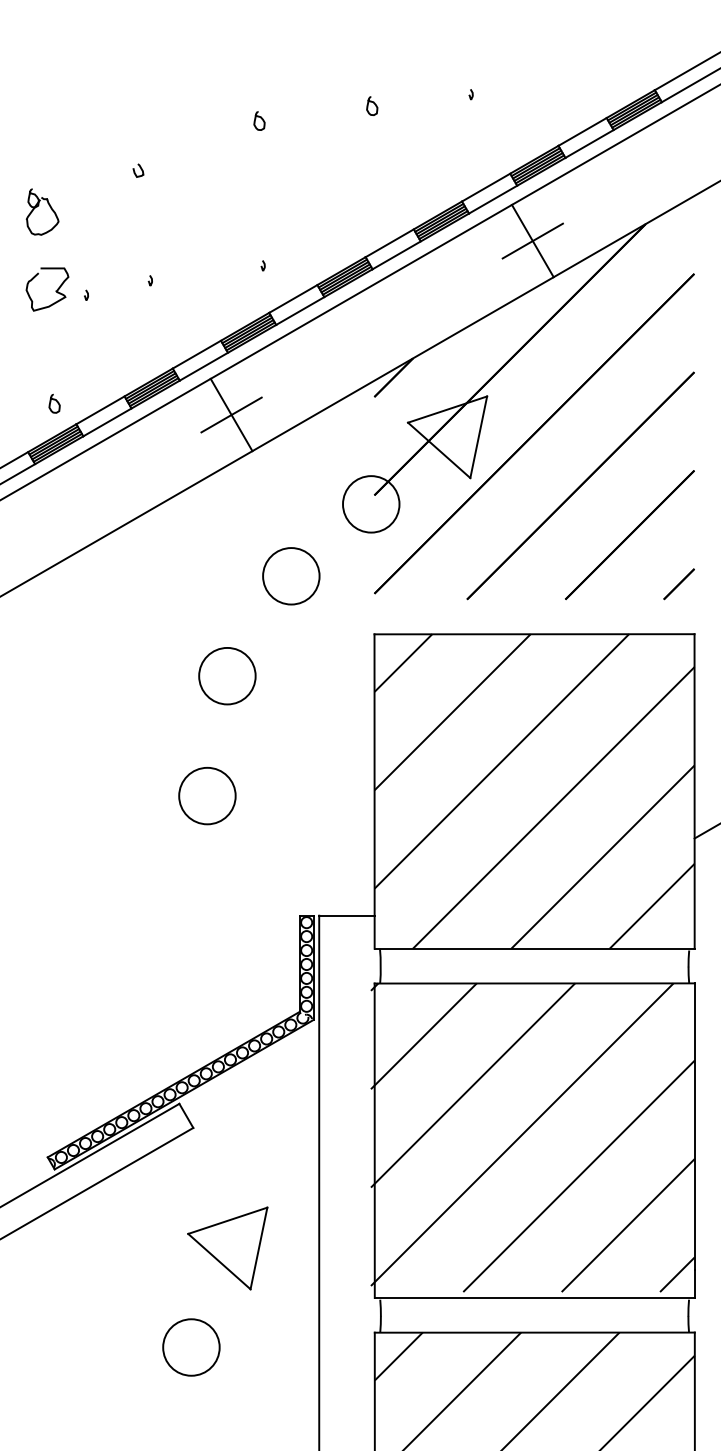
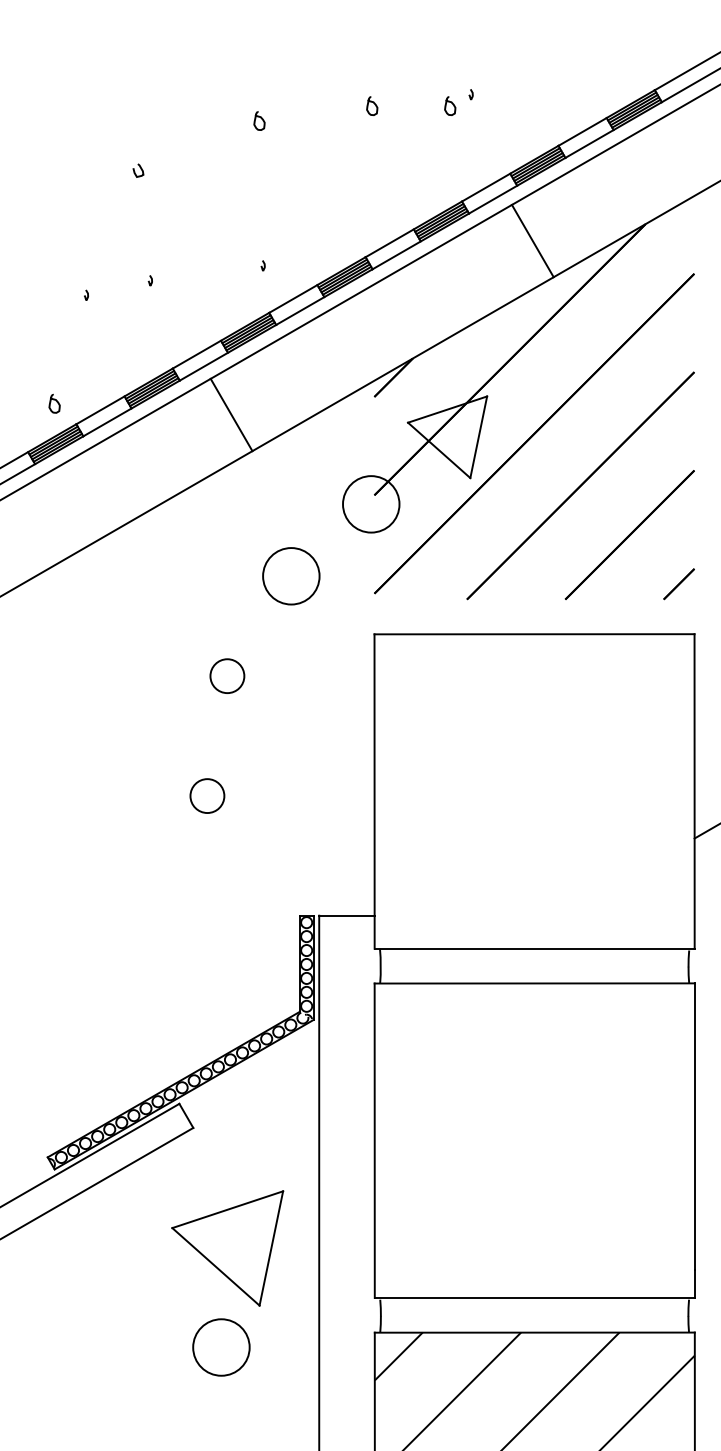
curve at (451, 103): none -> present
part at (42, 211): present -> none
line at (532, 240): present -> none
curve at (55, 290): present -> none
line at (231, 414): present -> none
circle at (227, 675) diameter: 56 px -> 34 px
hatch at (534, 791): present -> none
circle at (207, 795) diameter: 56 px -> 34 px
hatch at (532, 1137): present -> none
part at (227, 1248) size: 82x85 px -> 114x117 px
circle at (191, 1347) position: (191, 1347) -> (221, 1347)
